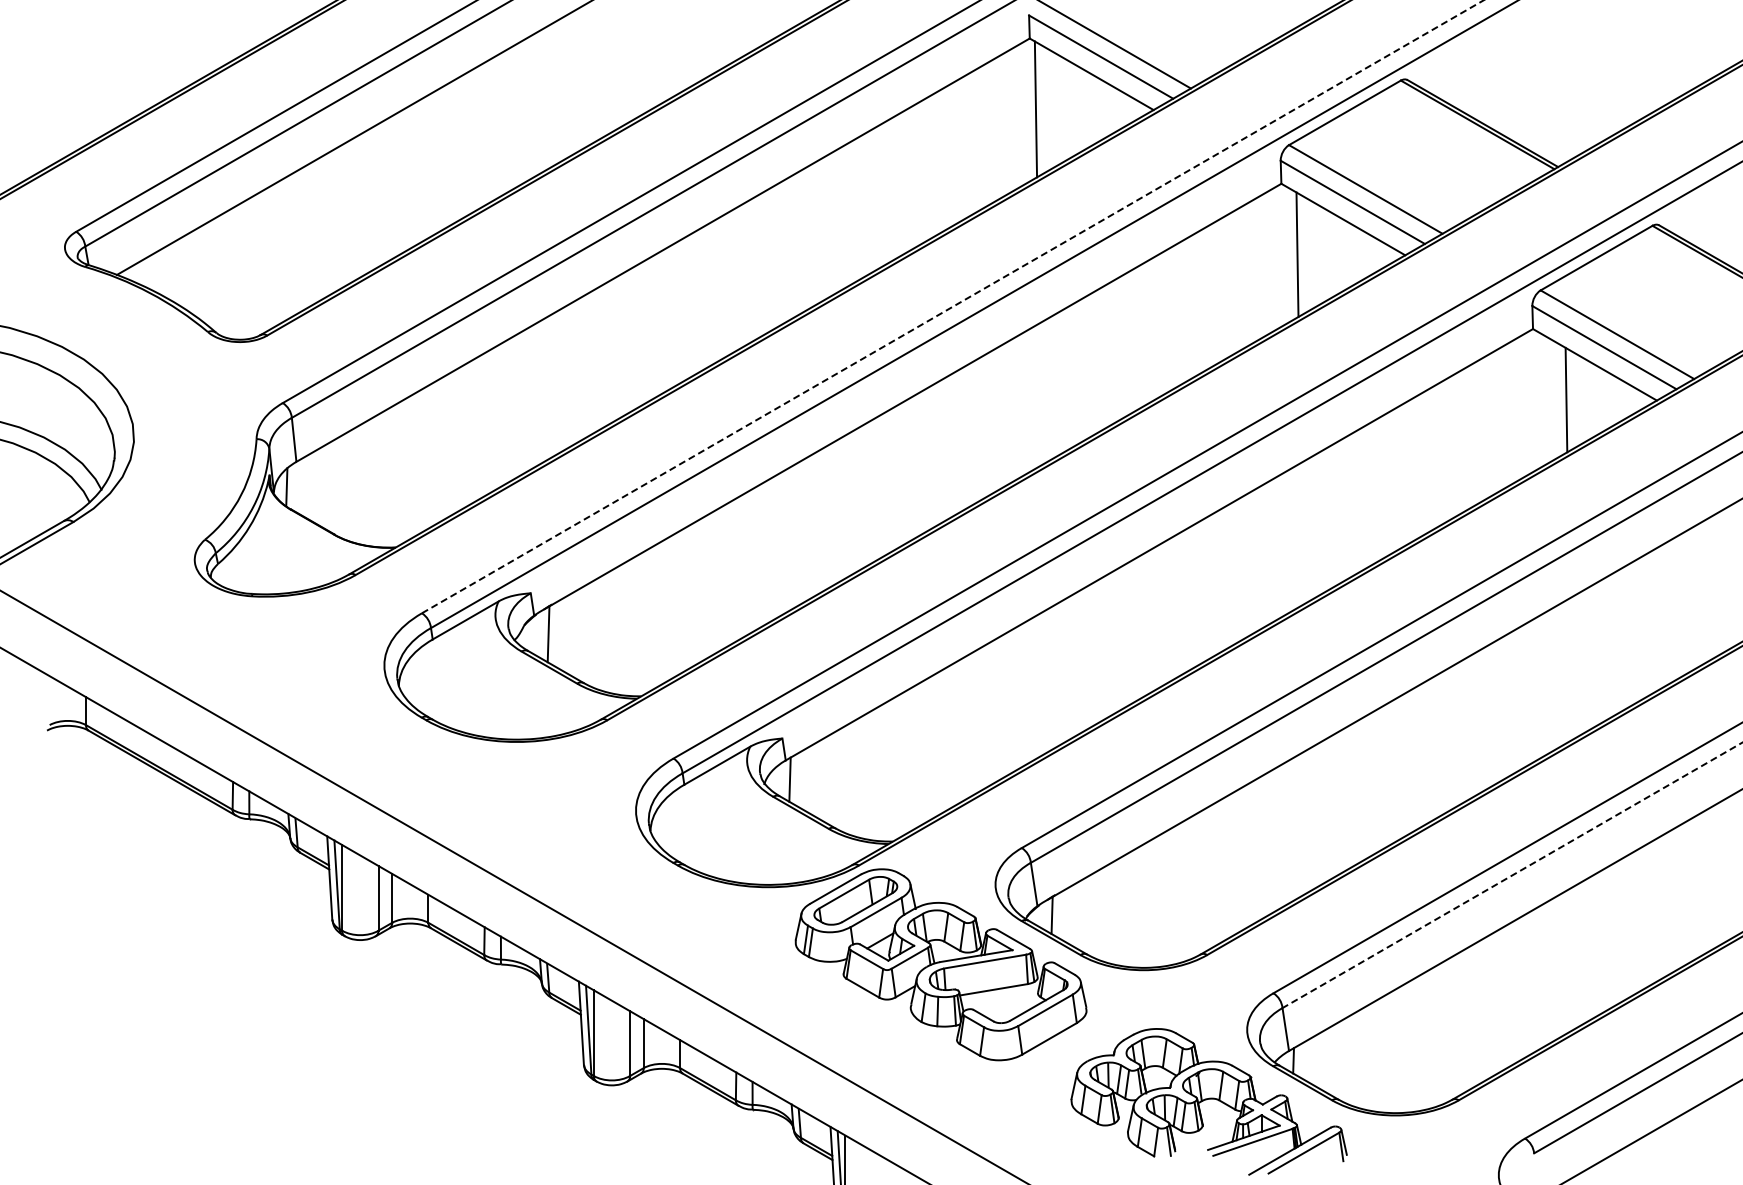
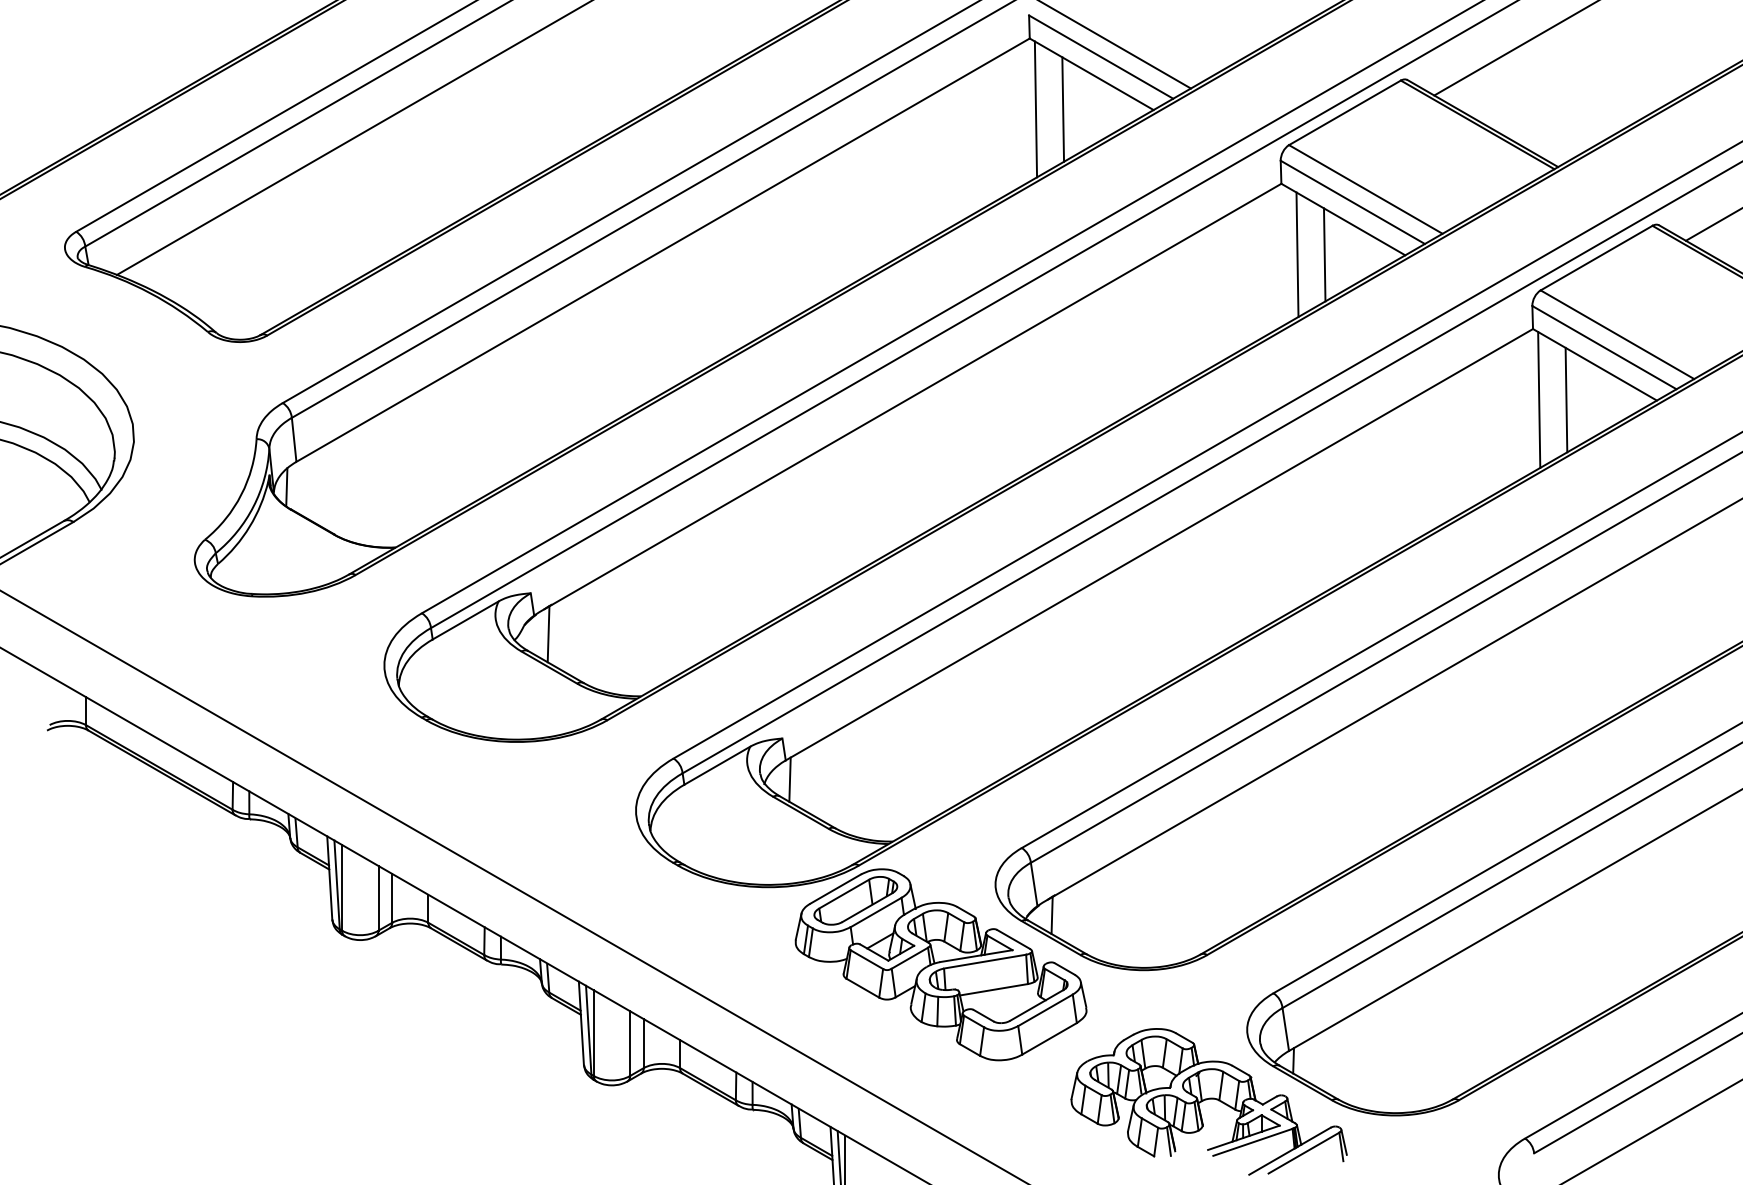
line at (1514, 48): none -> present
line at (1063, 109): none -> present
line at (1712, 224): none -> present
line at (1324, 254): none -> present
line at (952, 306): dashed -> solid
line at (1539, 399): none -> present
line at (1511, 875): dashed -> solid
